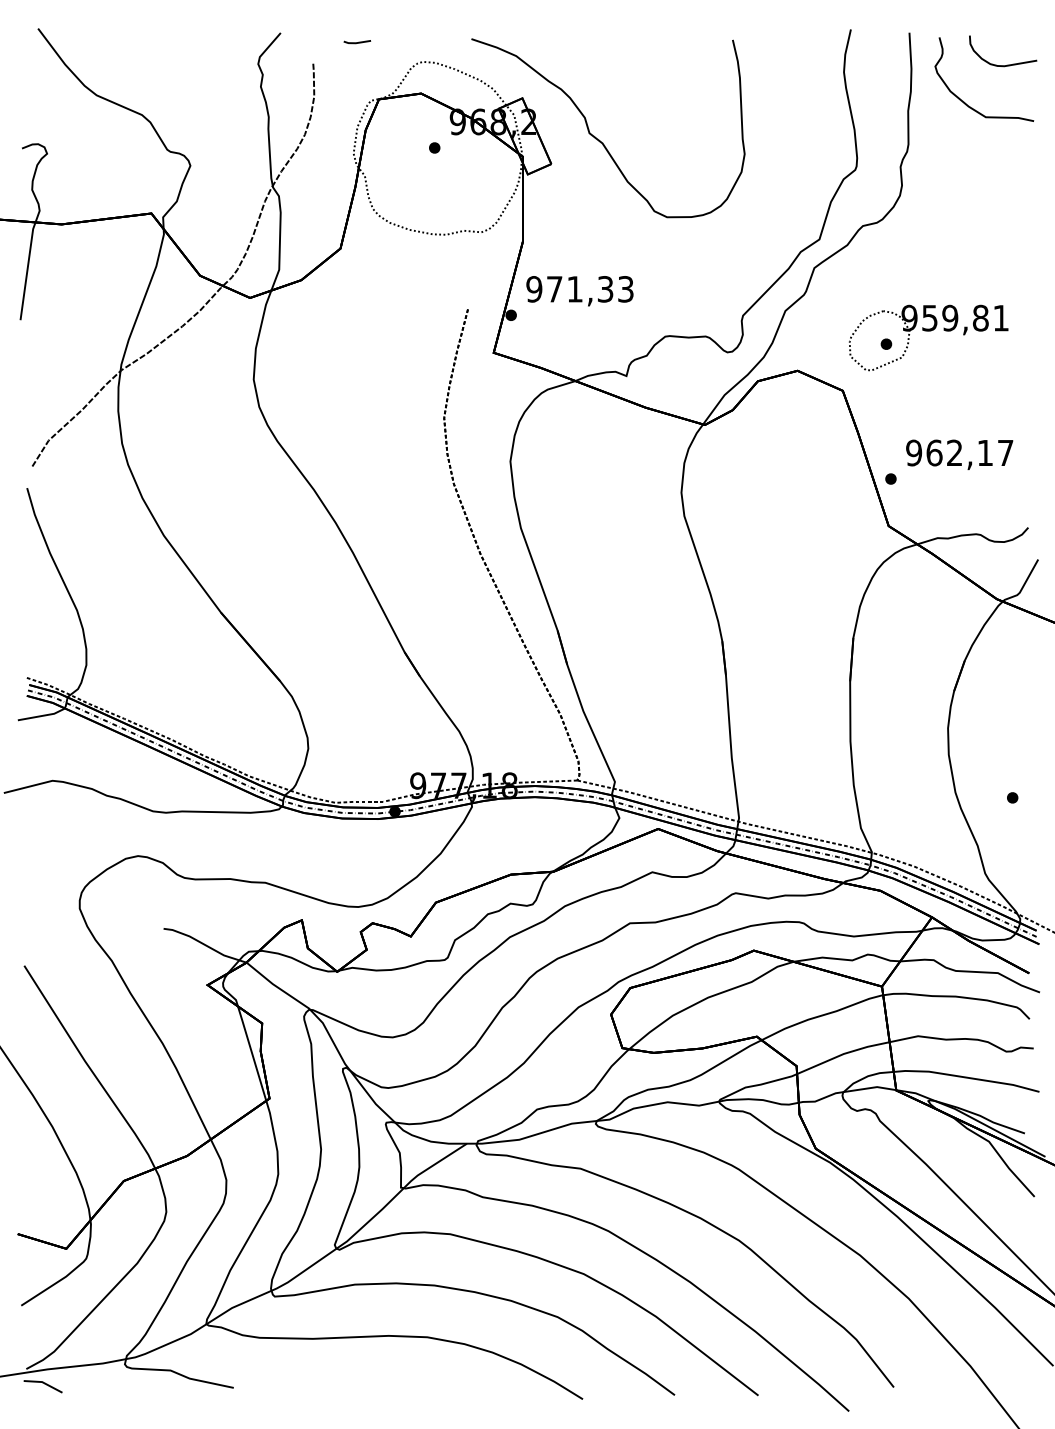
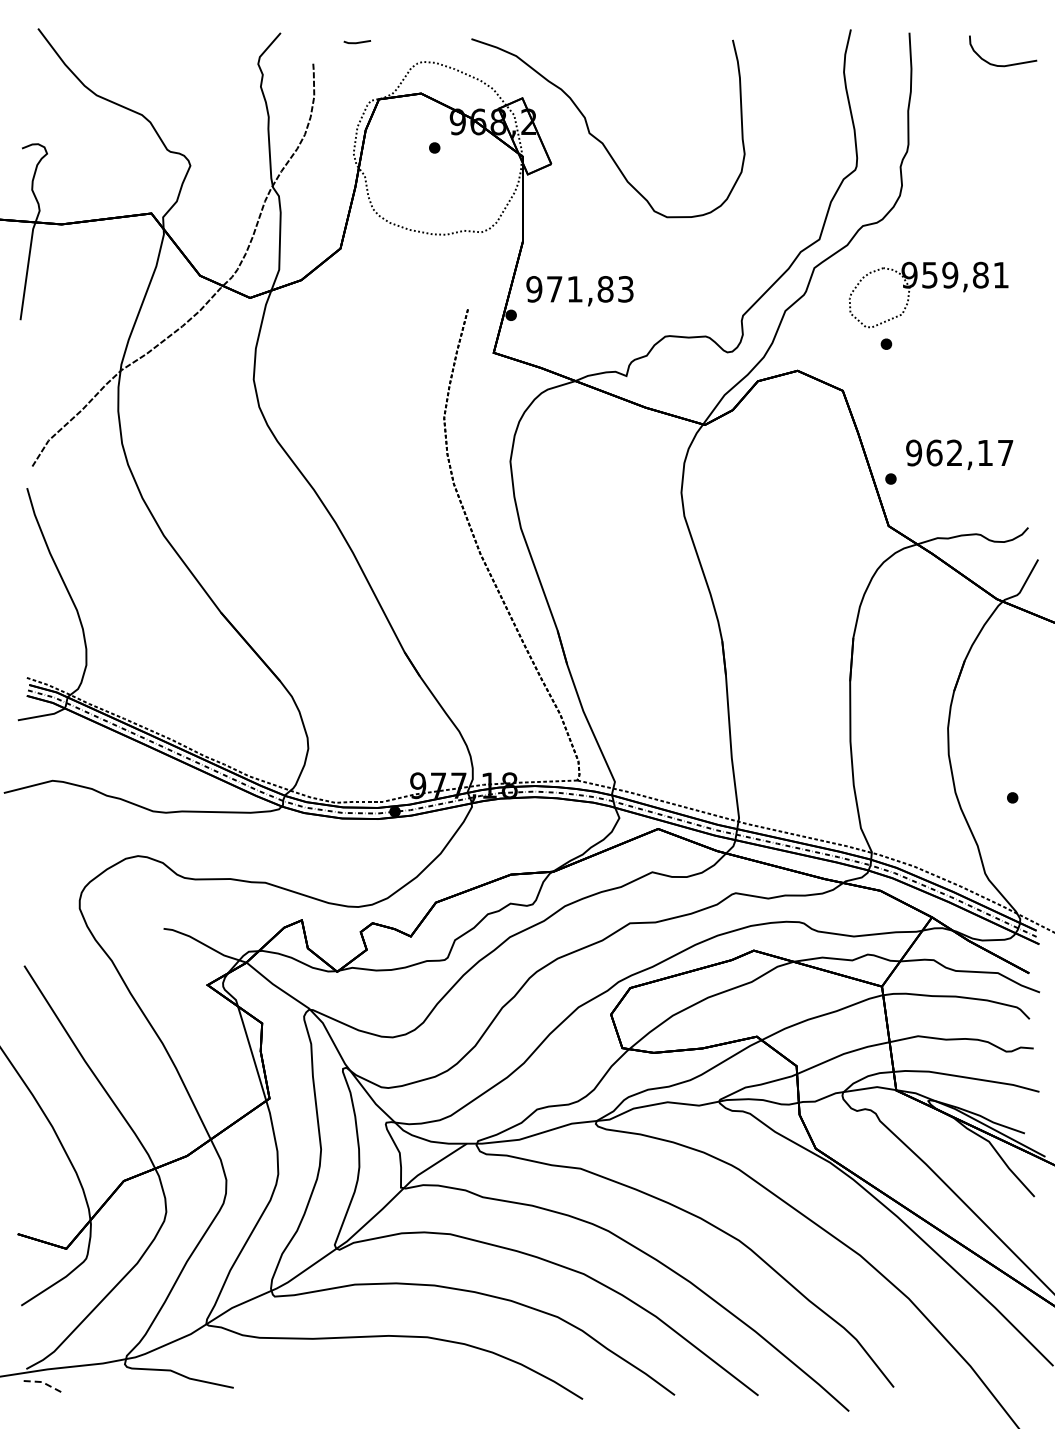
curve at (964, 101): present -> none
text at (605, 289): 971,33 -> 971,83
part at (928, 337) position: (928, 337) -> (928, 294)
line at (43, 1382): solid -> dashed
